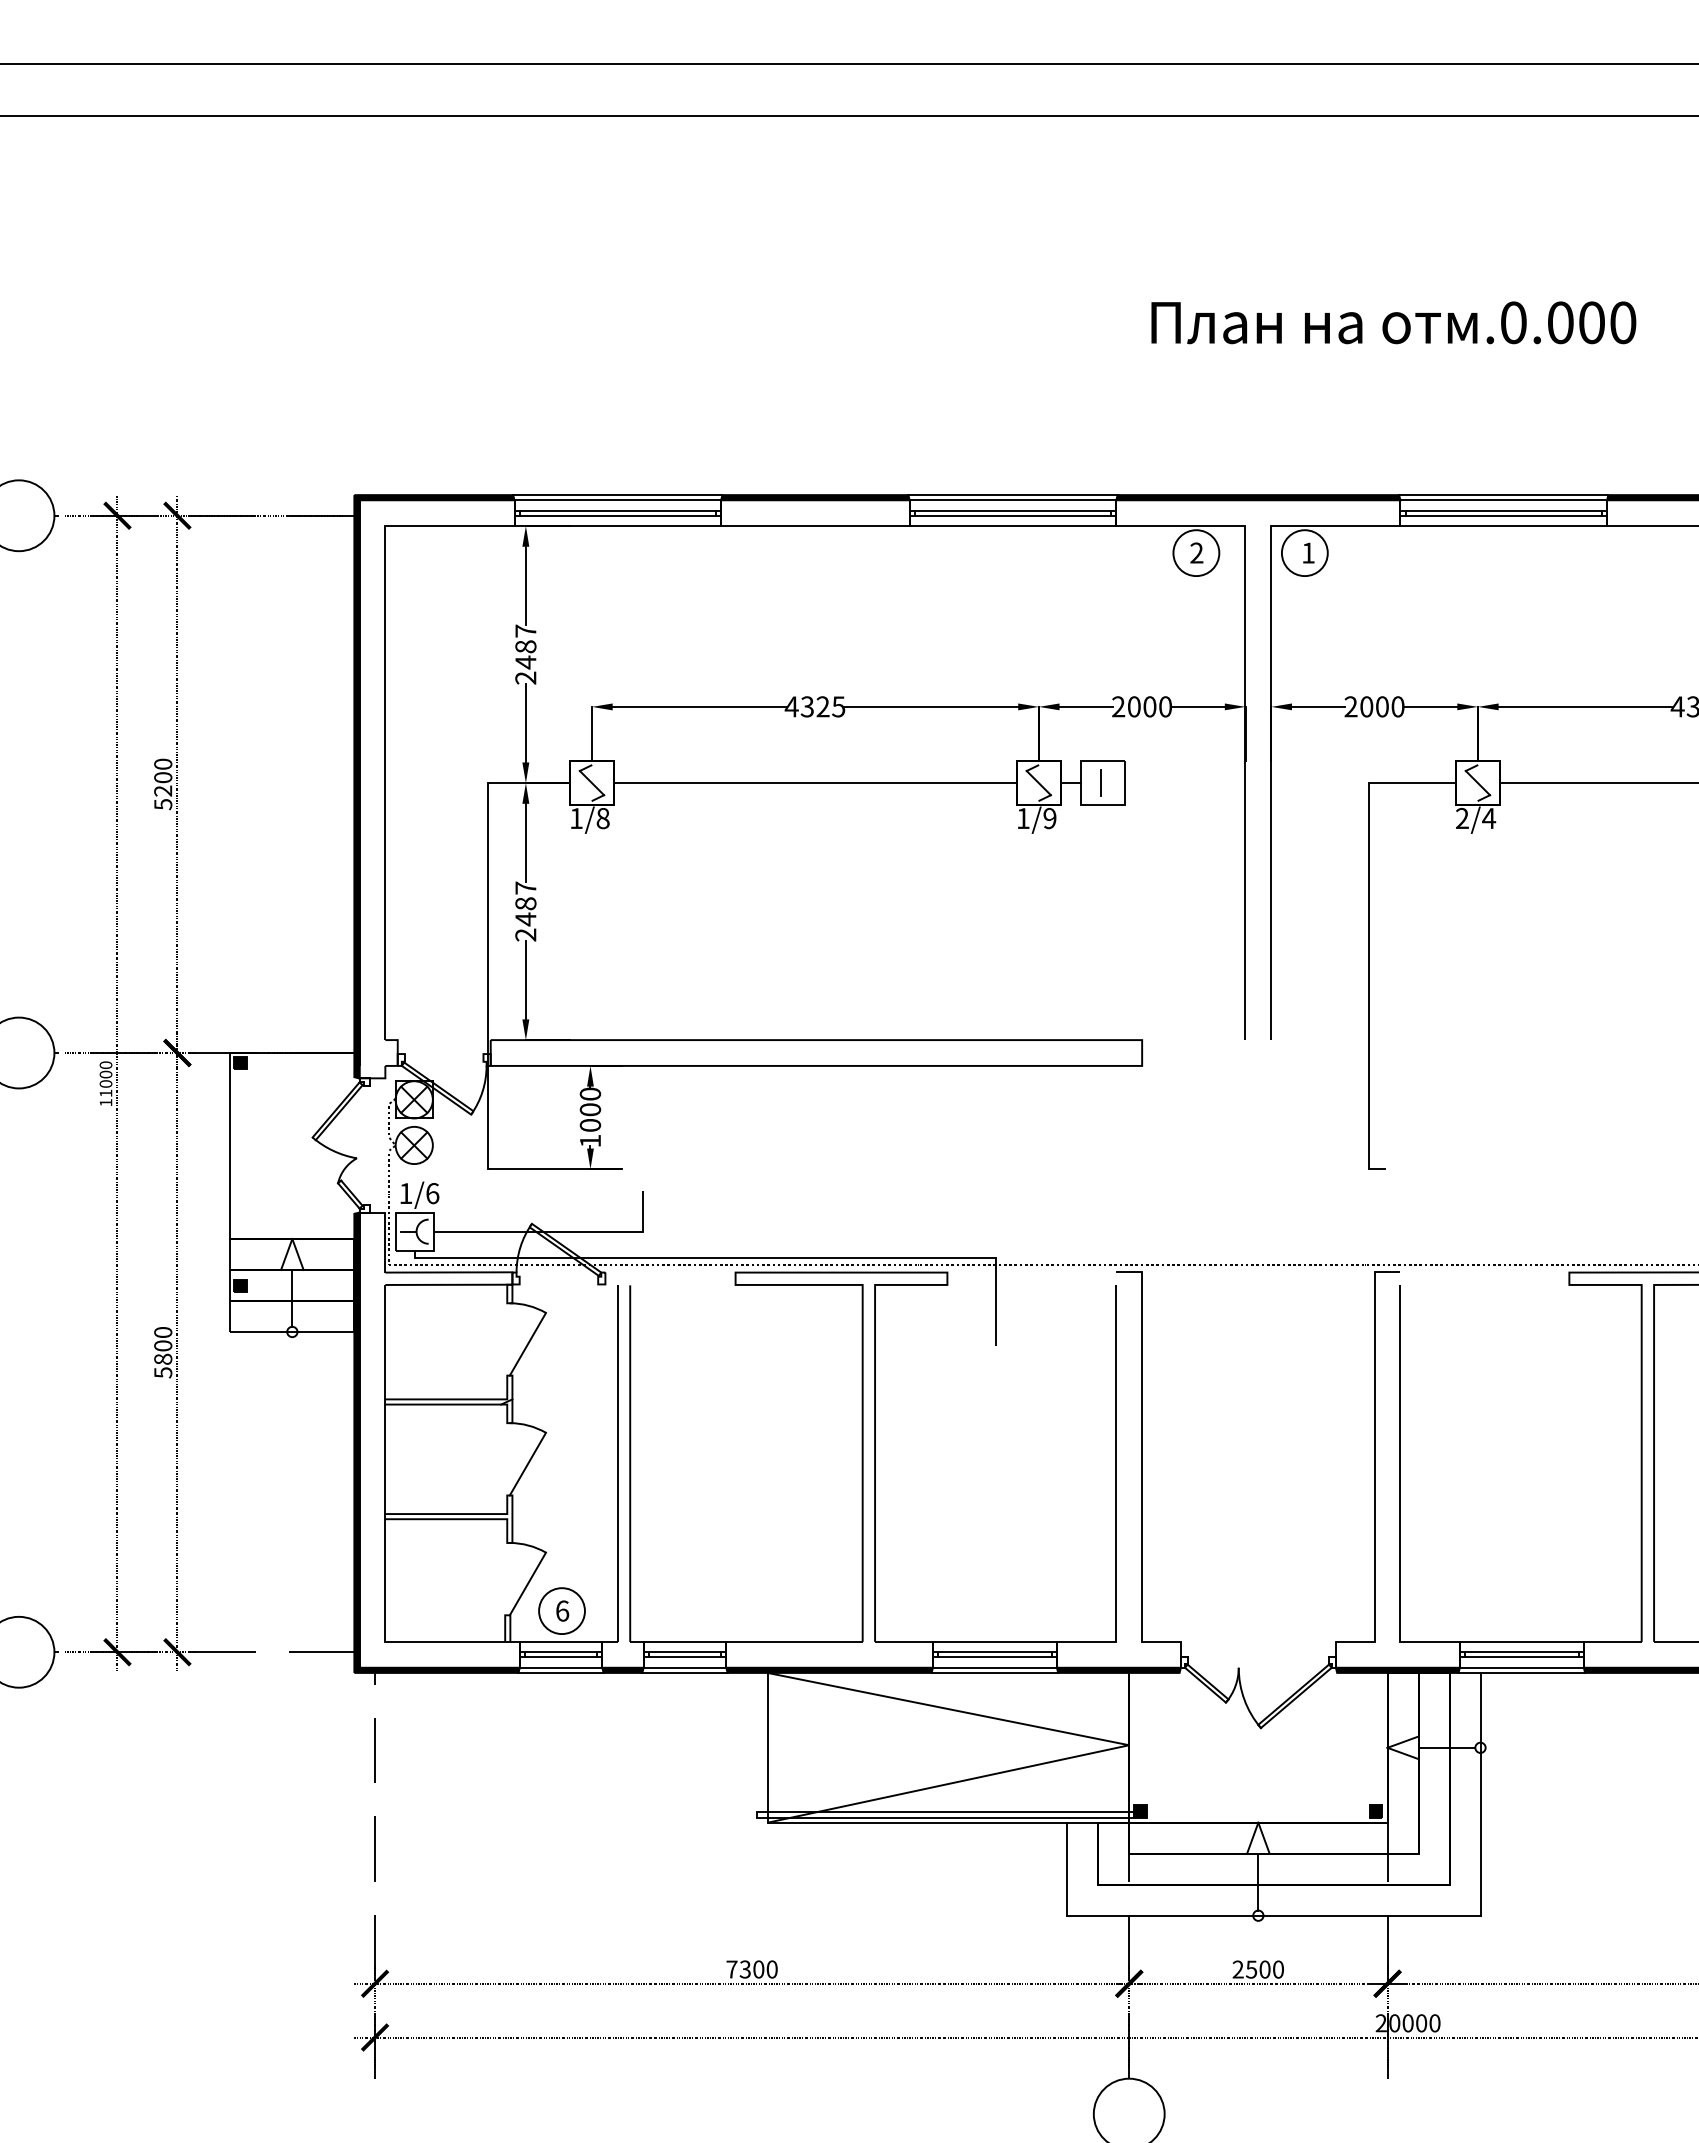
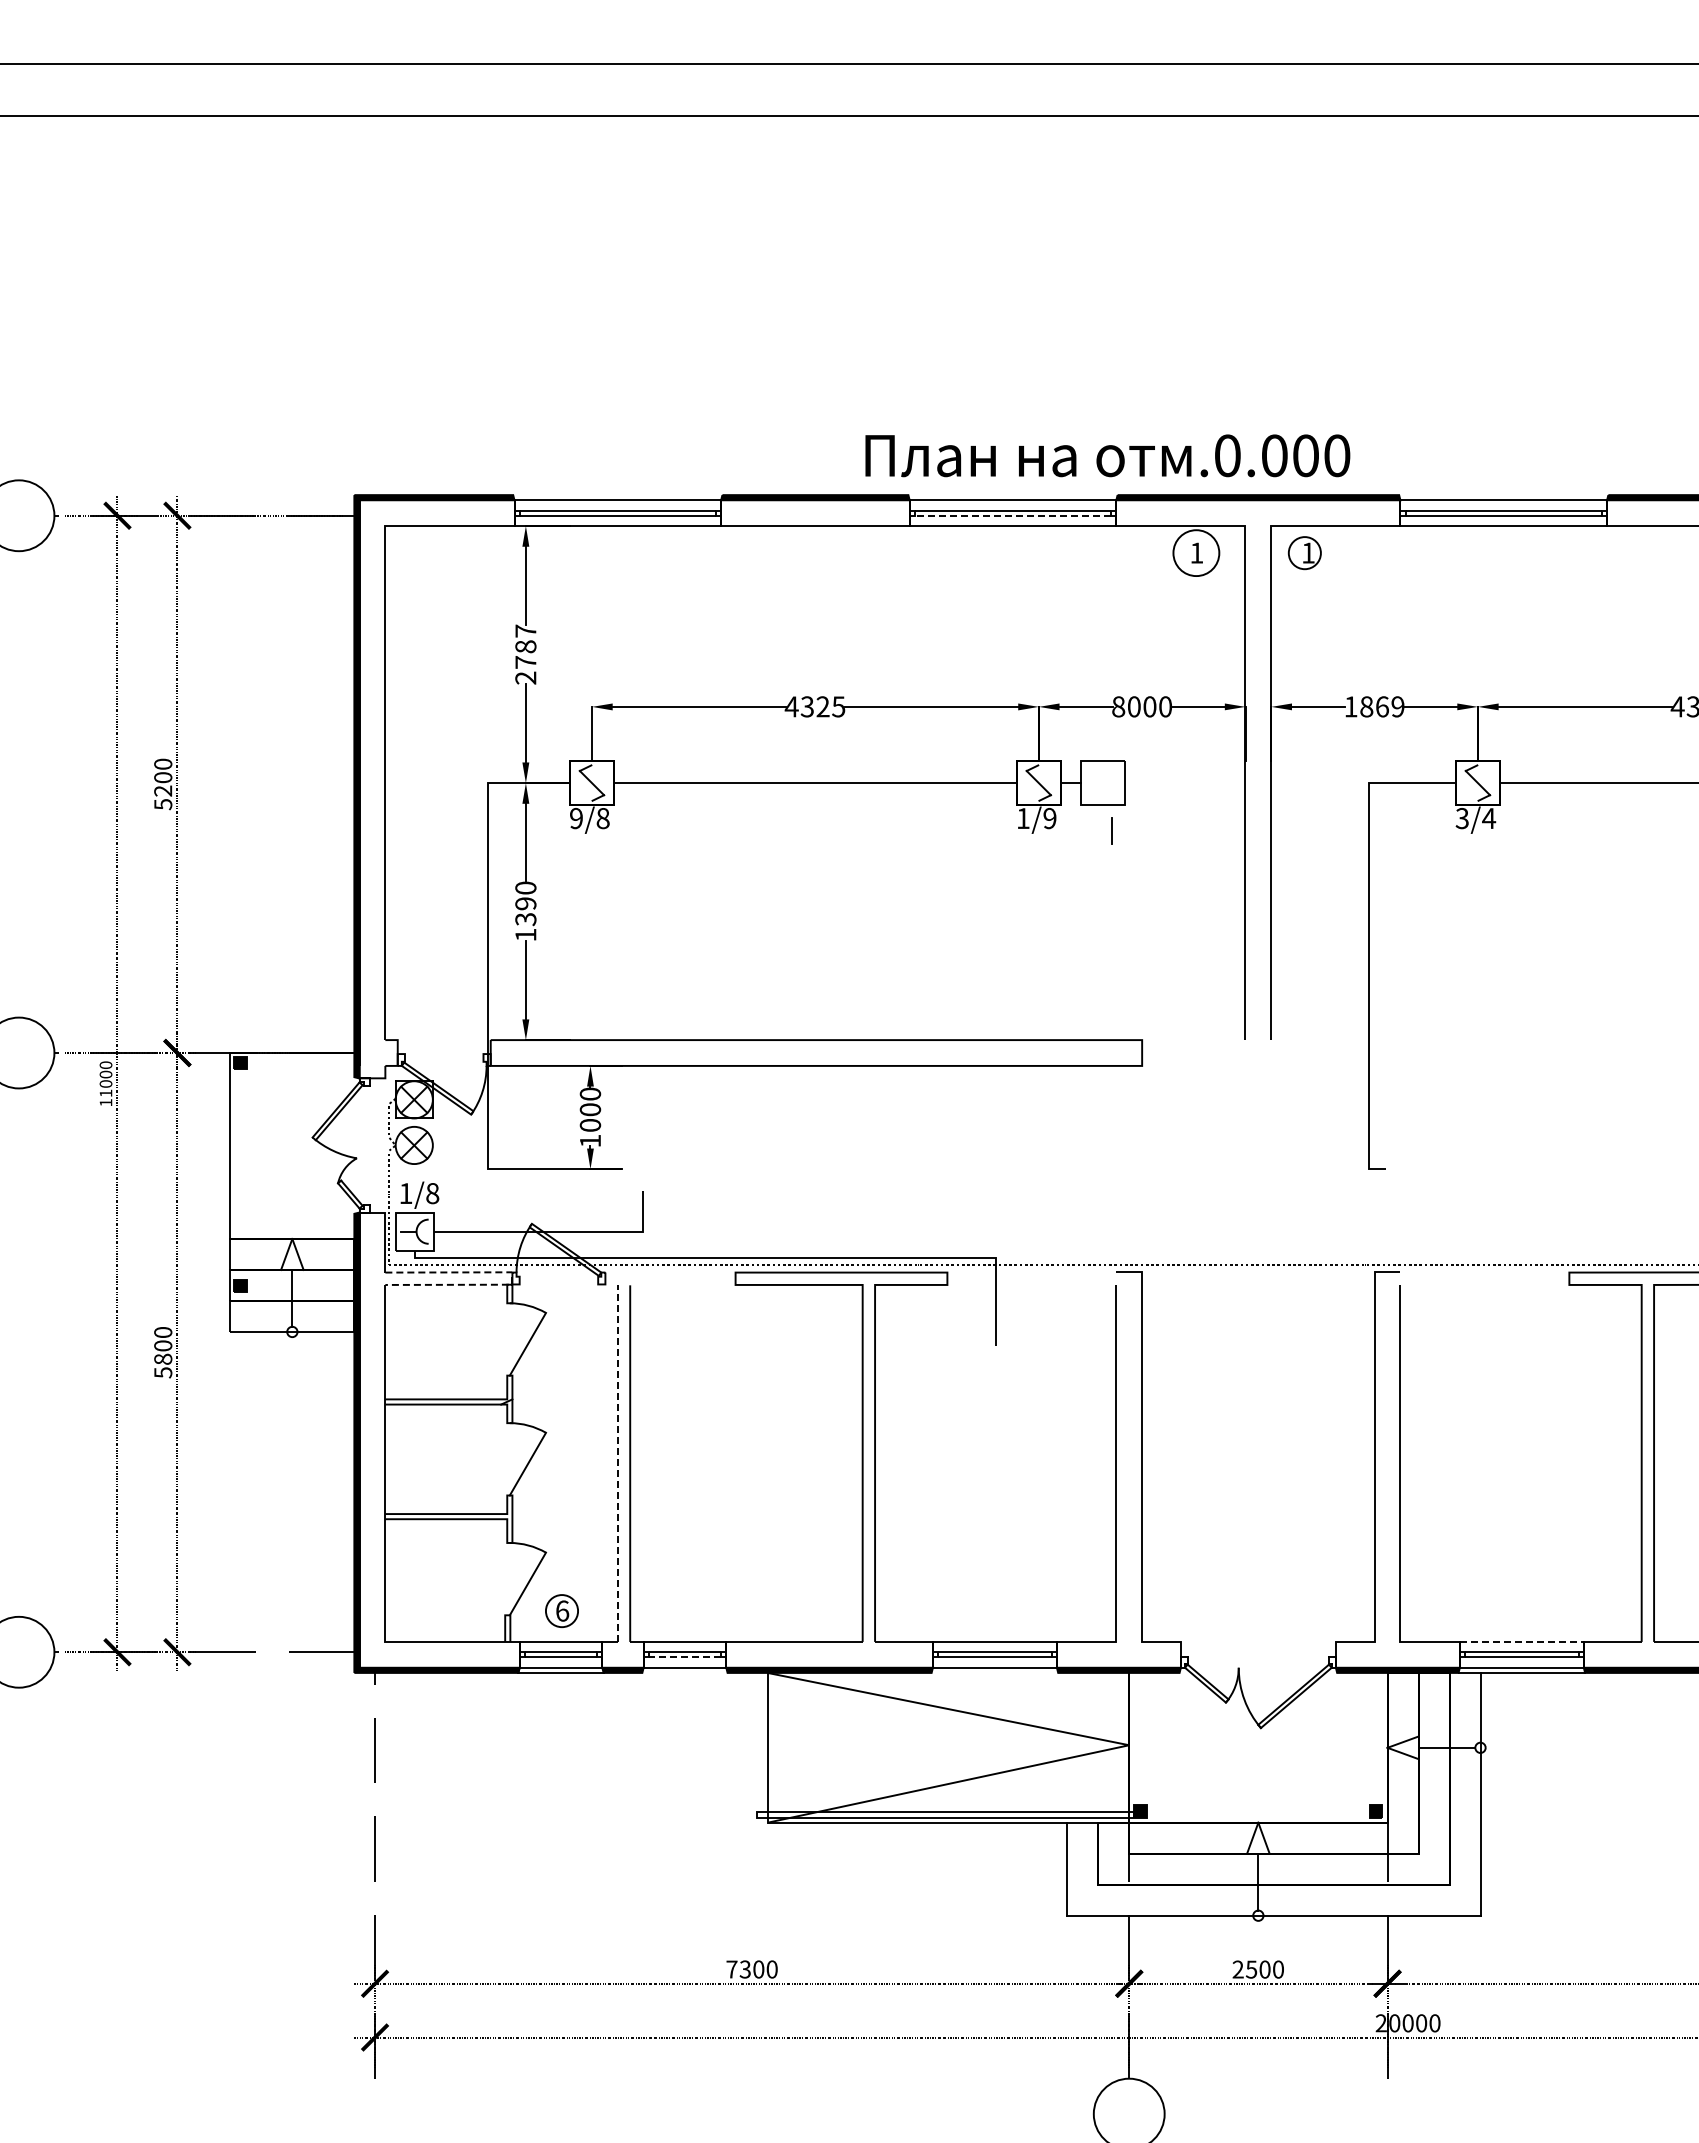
text at (1393, 322) position: (1393, 322) -> (1107, 455)
line at (617, 495): present -> none
line at (1012, 495): present -> none
line at (1503, 495): present -> none
line at (1012, 515): solid -> dashed
text at (1196, 552): \c0;2 -> \c0;1
circle at (1304, 553) diameter: 46 px -> 32 px
text at (525, 662): 2487 -> 2787
text at (1118, 706): 2000 -> 8000
text at (1374, 706): 2000 -> 1869
line at (1100, 782) position: (1100, 782) -> (1111, 830)
text at (576, 818): 1 -> 9
text at (1461, 818): 2 -> 3
text at (525, 911): 2487 -> 1390
text at (432, 1193): 6 -> 8
line at (512, 1278): solid -> dashed
line at (617, 1463): solid -> dashed
circle at (561, 1611) diameter: 46 px -> 32 px
line at (1521, 1641): solid -> dashed
line at (684, 1657): solid -> dashed
line at (684, 1672): present -> none
line at (994, 1672): present -> none
